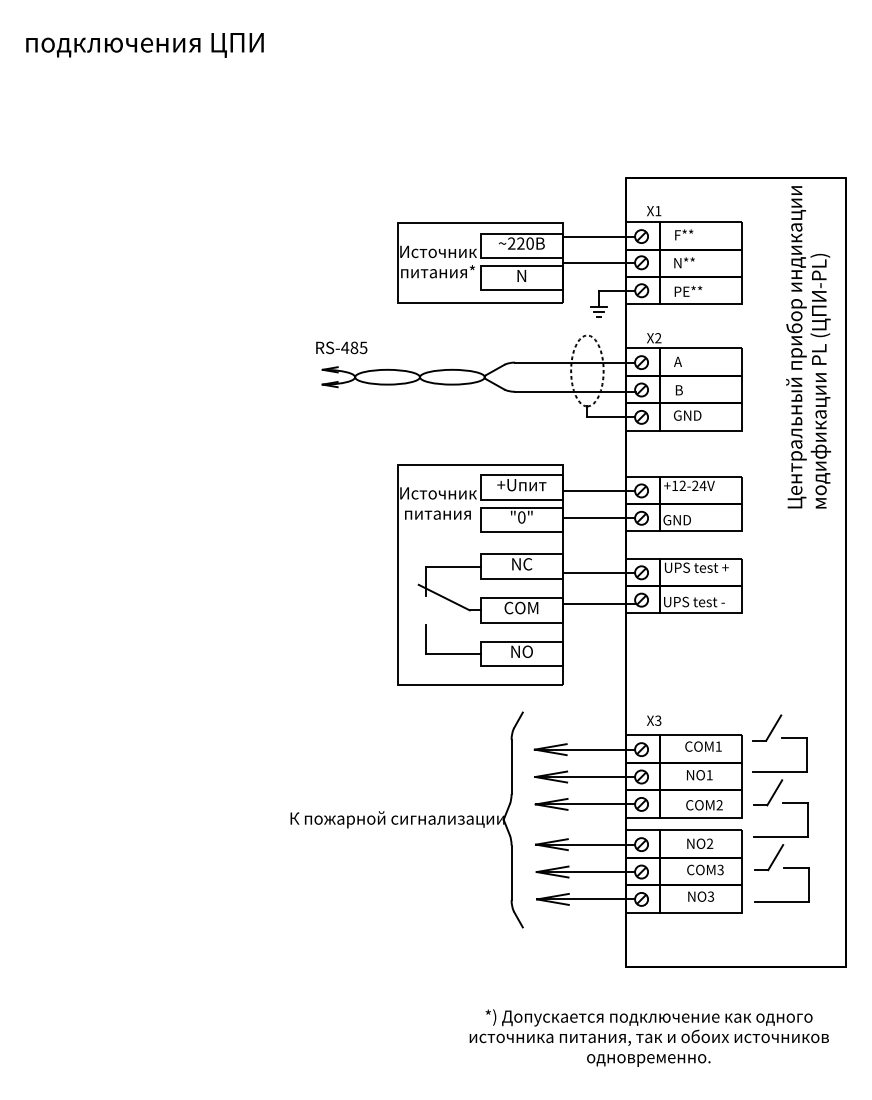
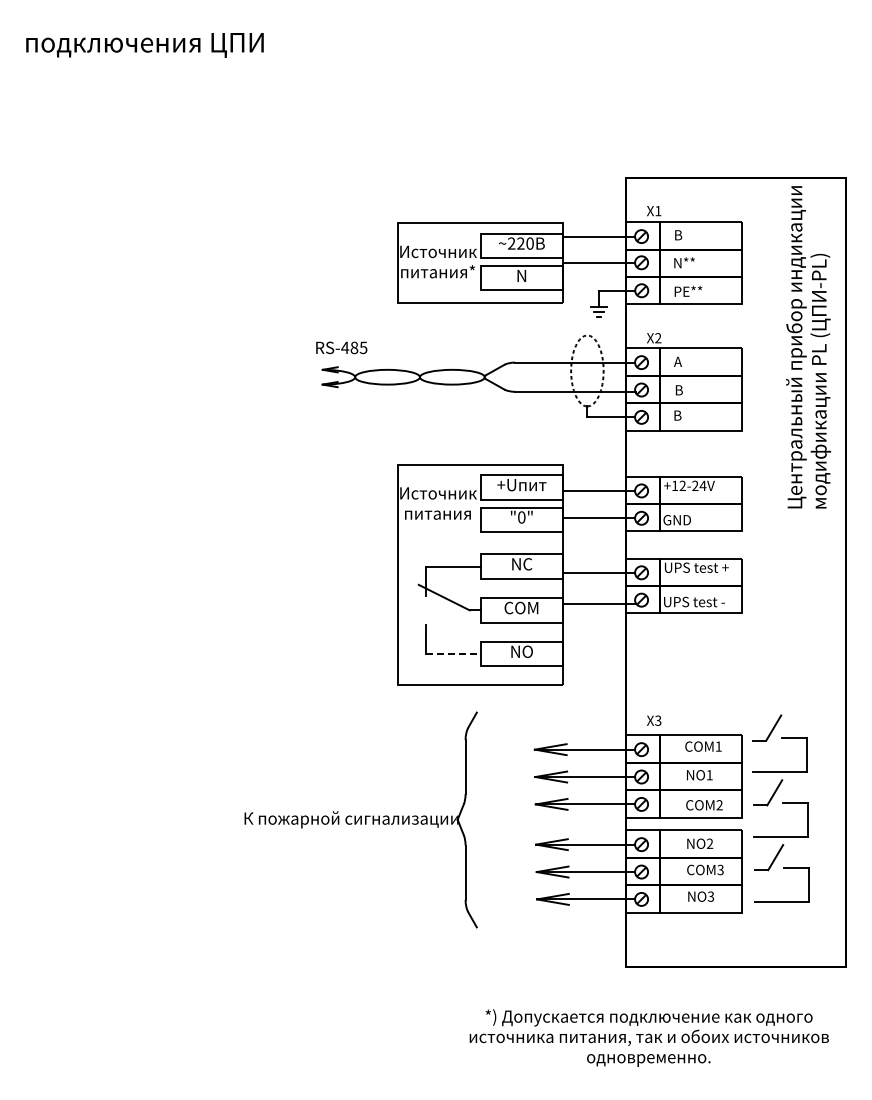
text at (684, 234): F** -> B
text at (687, 415): GND -> B
line at (453, 654): solid -> dashed
part at (406, 819) position: (406, 819) -> (360, 819)
